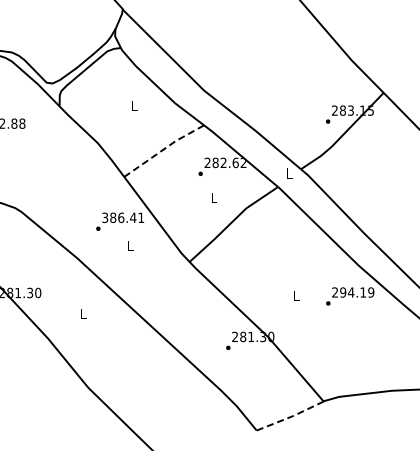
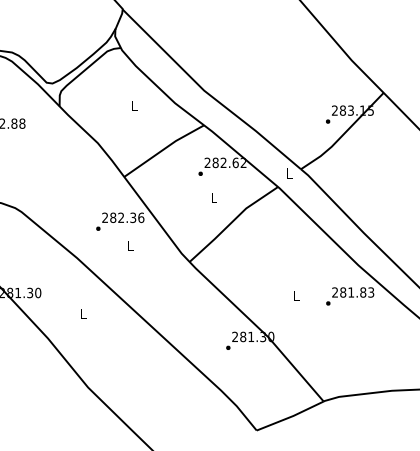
line at (164, 148): dashed -> solid
text at (123, 217): 386.41 -> 282.36
text at (357, 292): 294.19 -> 281.83
line at (290, 417): dashed -> solid
